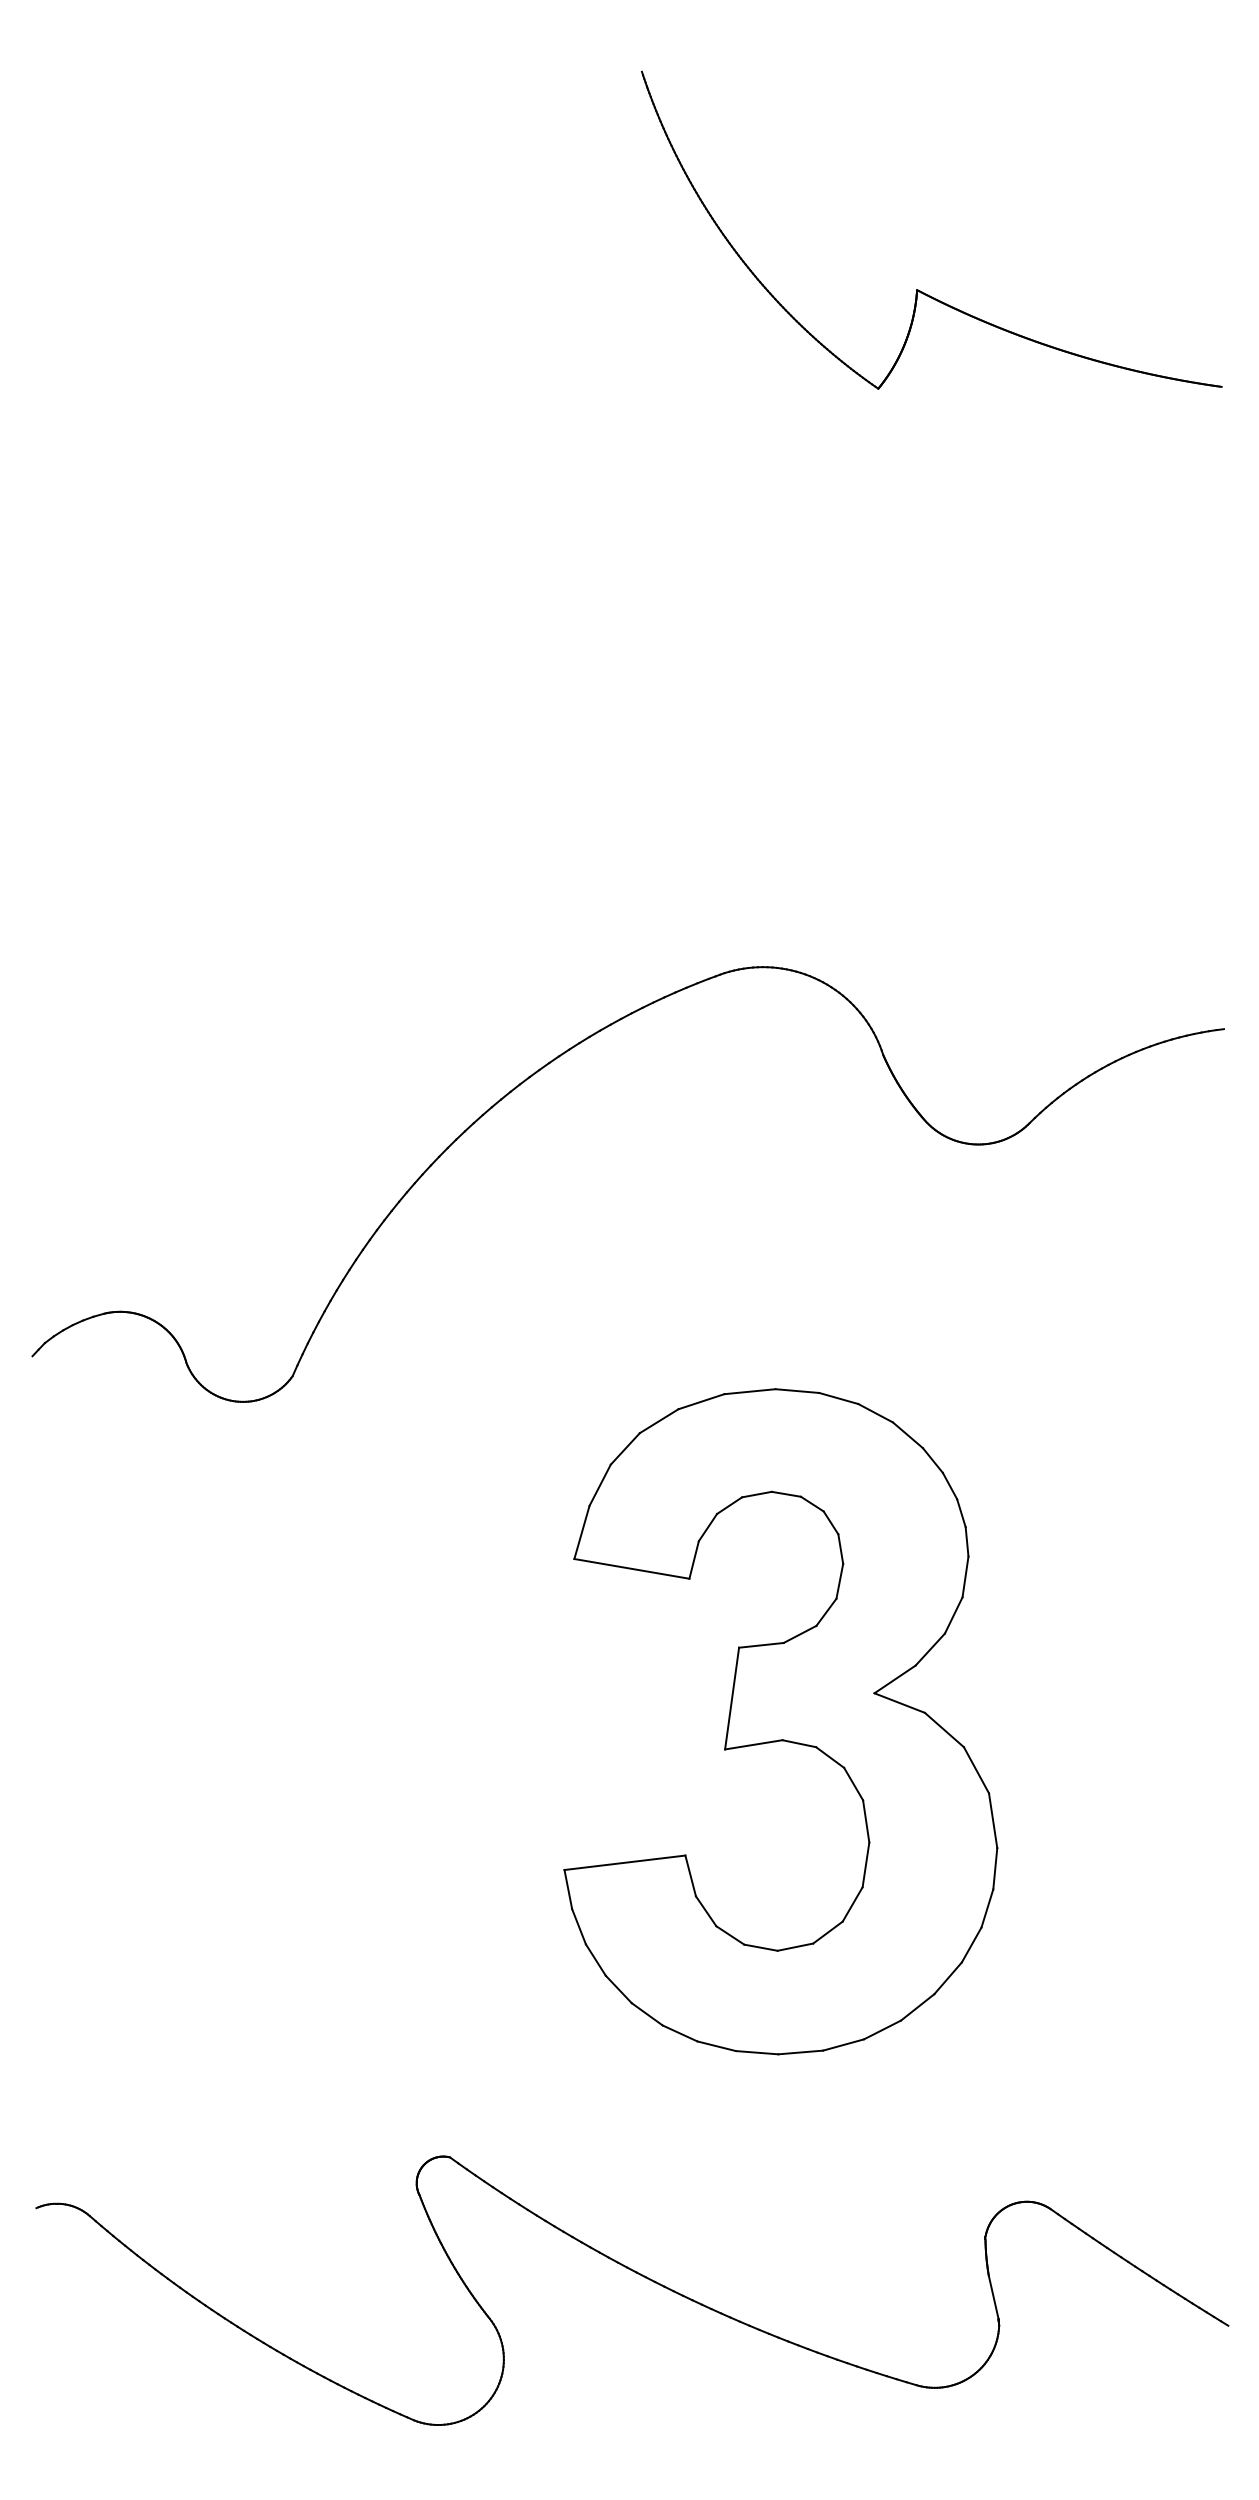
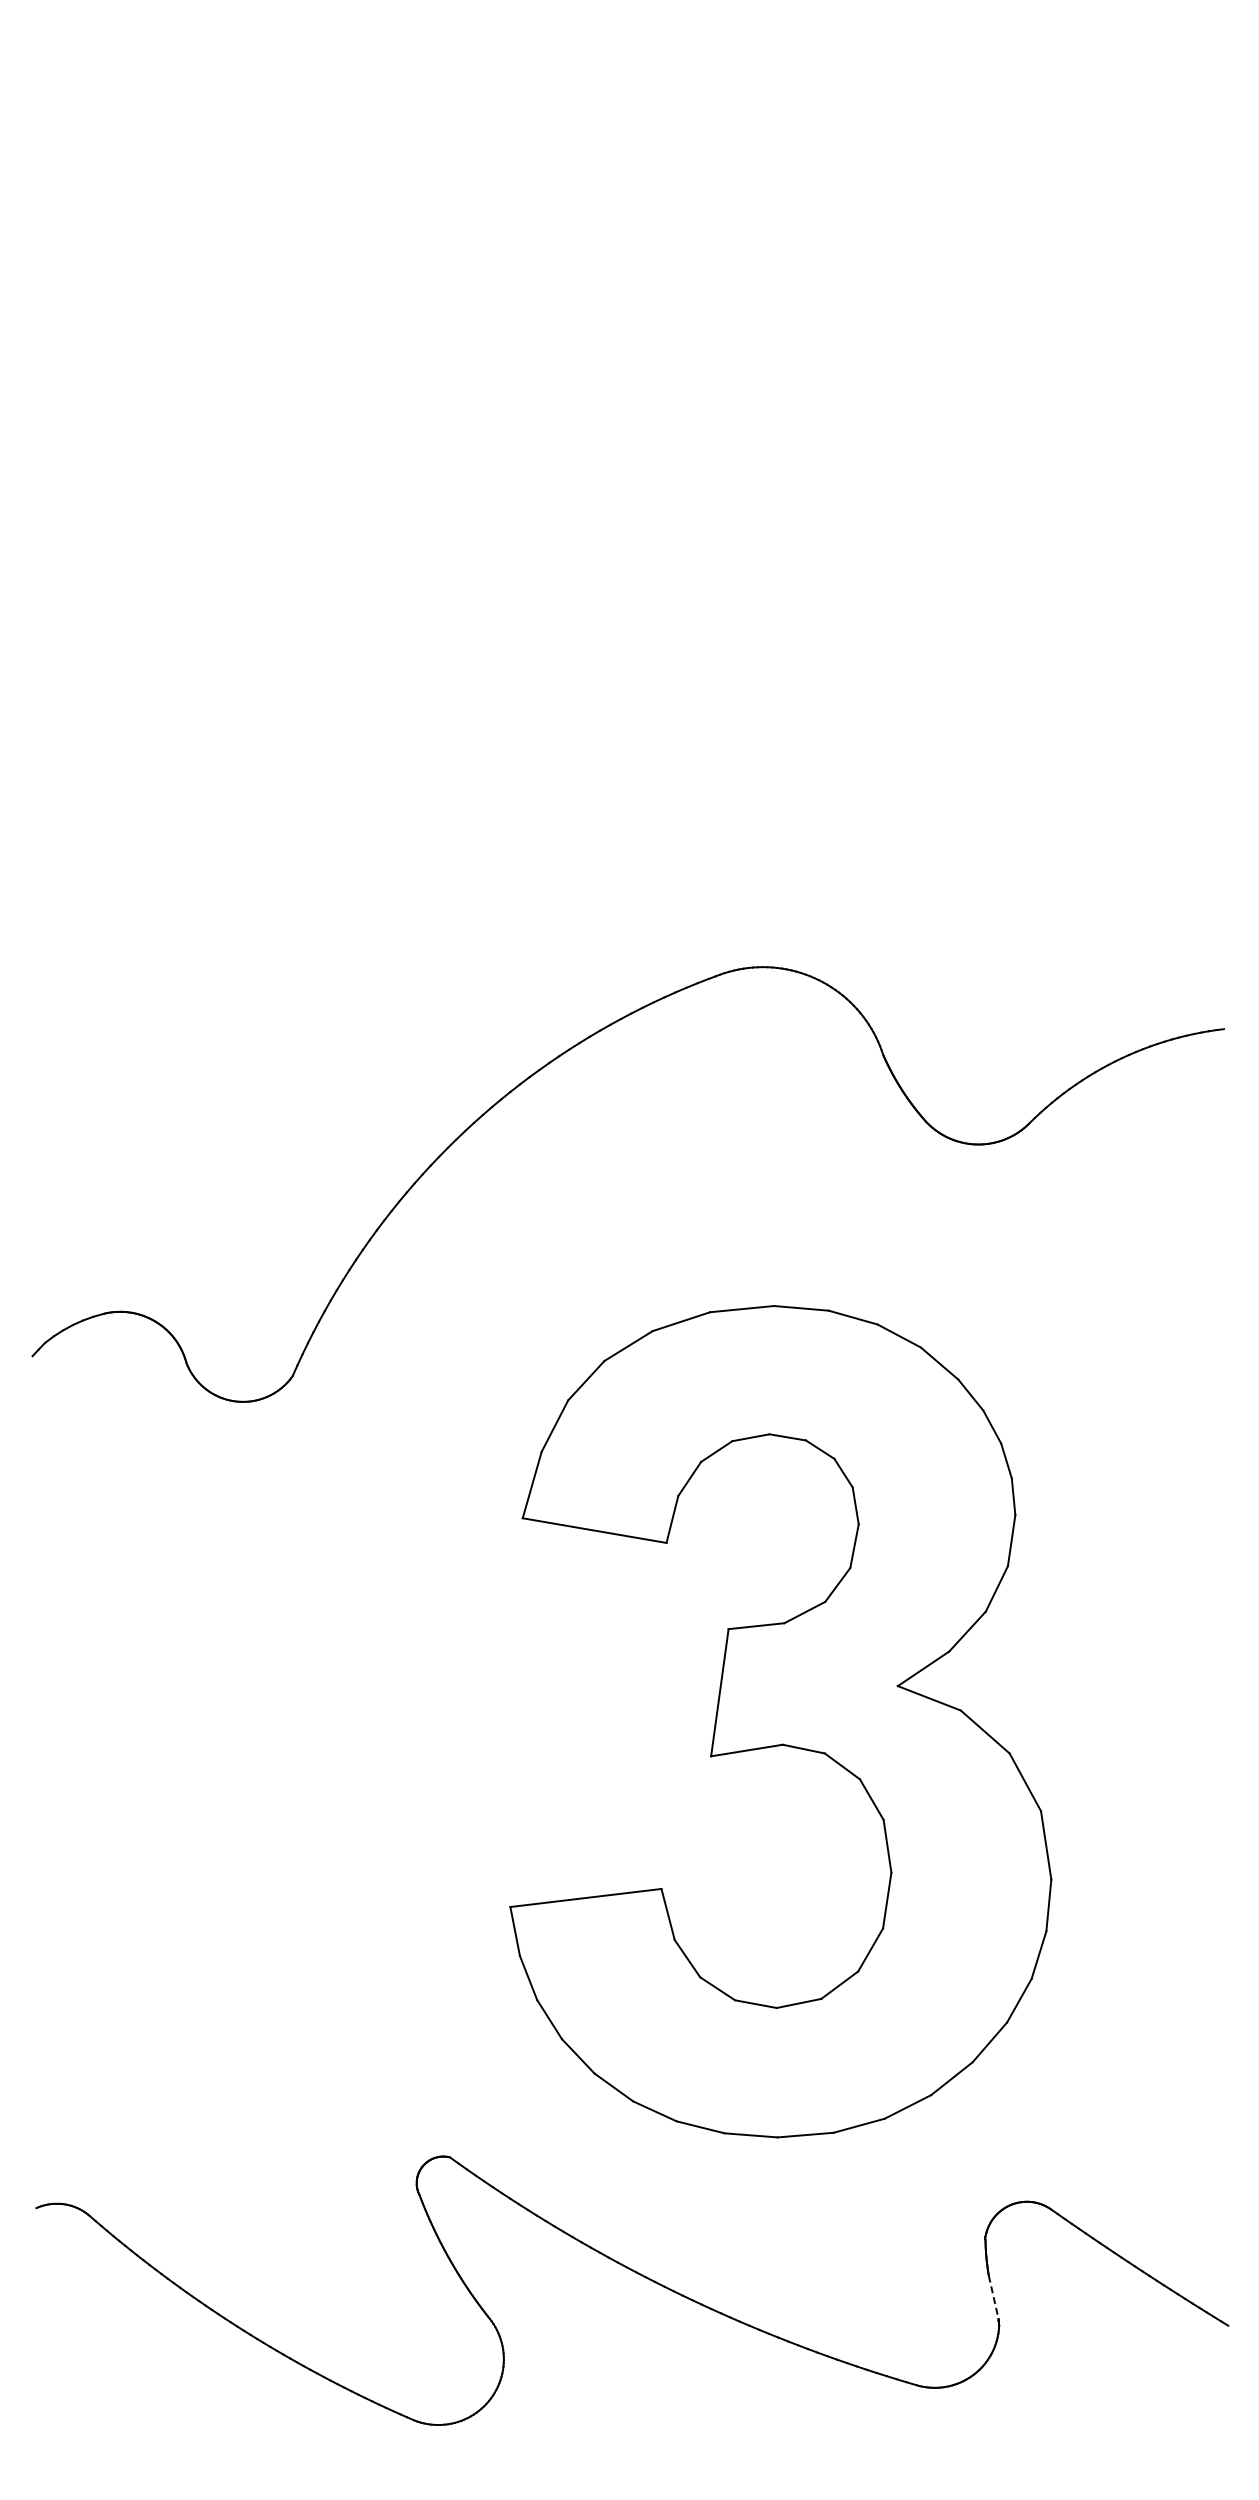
part at (918, 289): present -> none
part at (780, 1721) size: 436x668 px -> 544x834 px
line at (993, 2297): solid -> dashed
